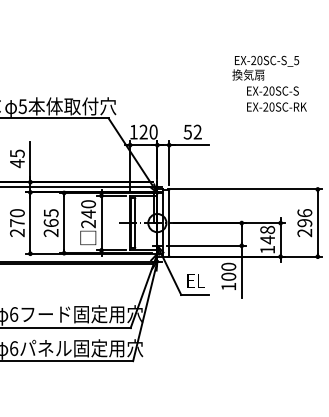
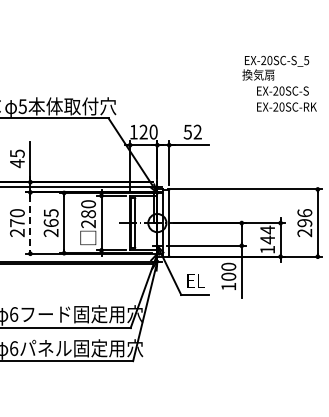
text at (269, 83) position: (269, 83) -> (279, 83)
text at (88, 213): 240 -> 280
line at (30, 223): solid -> dashed
text at (267, 229): 148 -> 144
